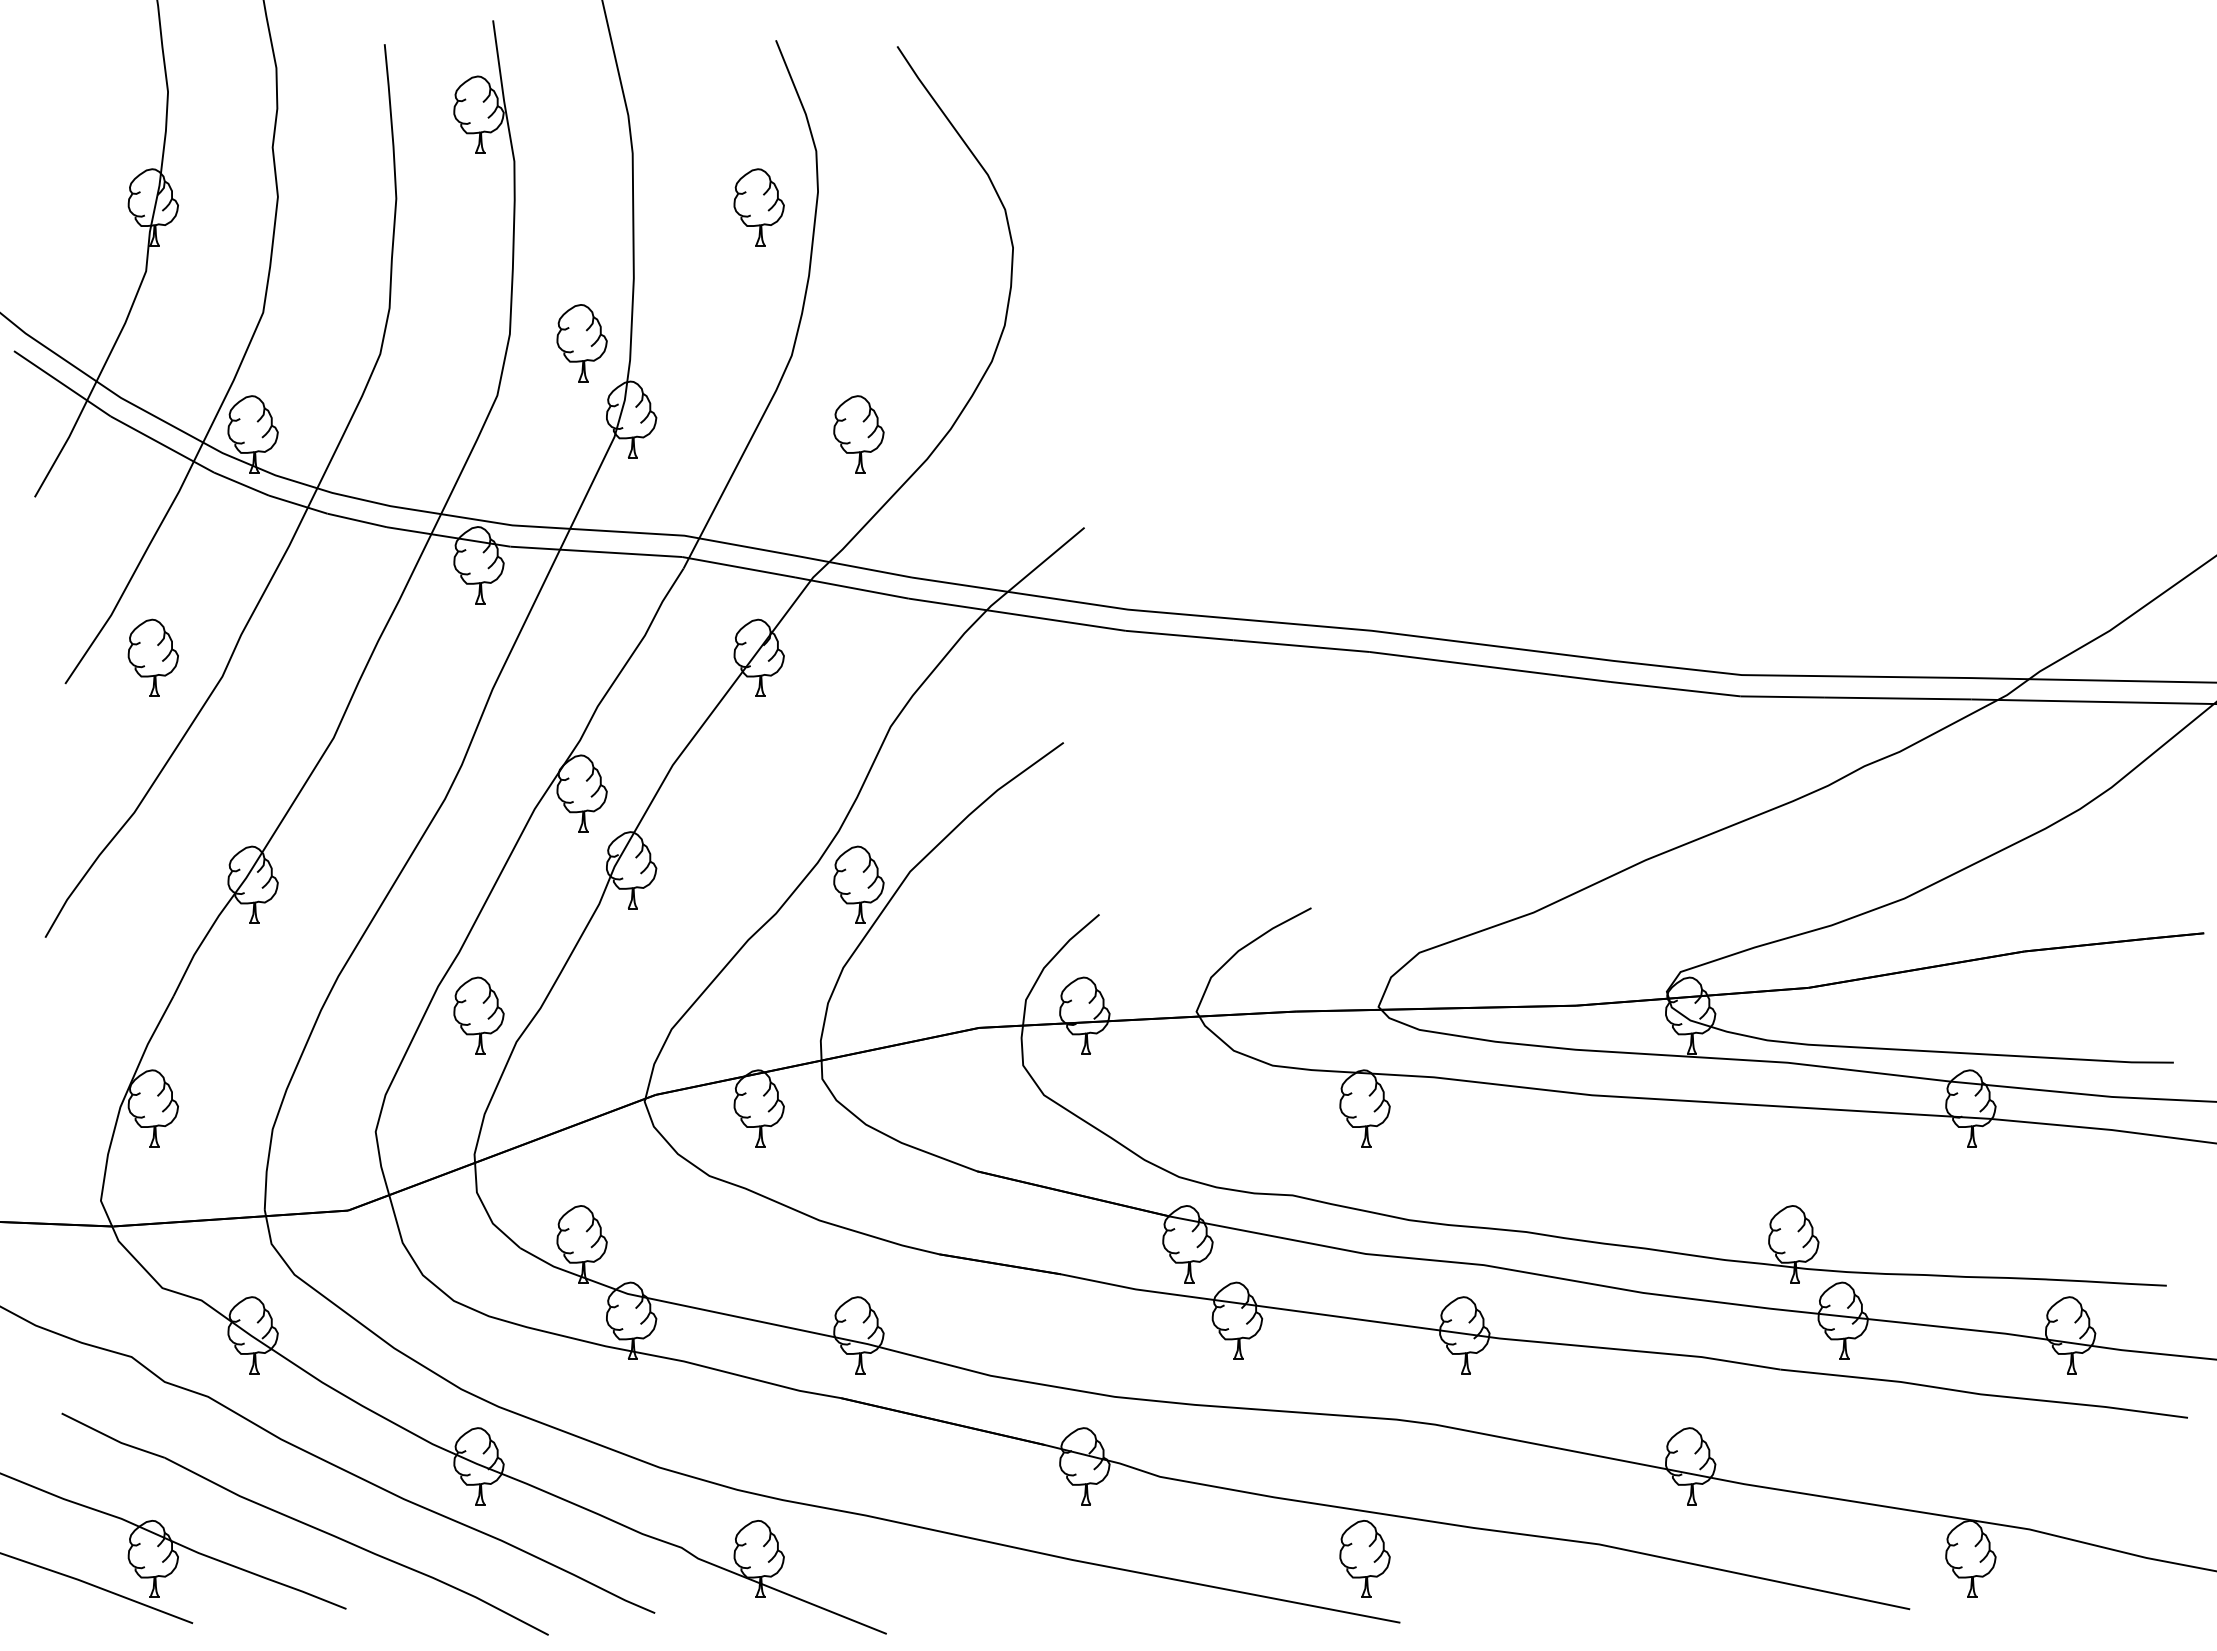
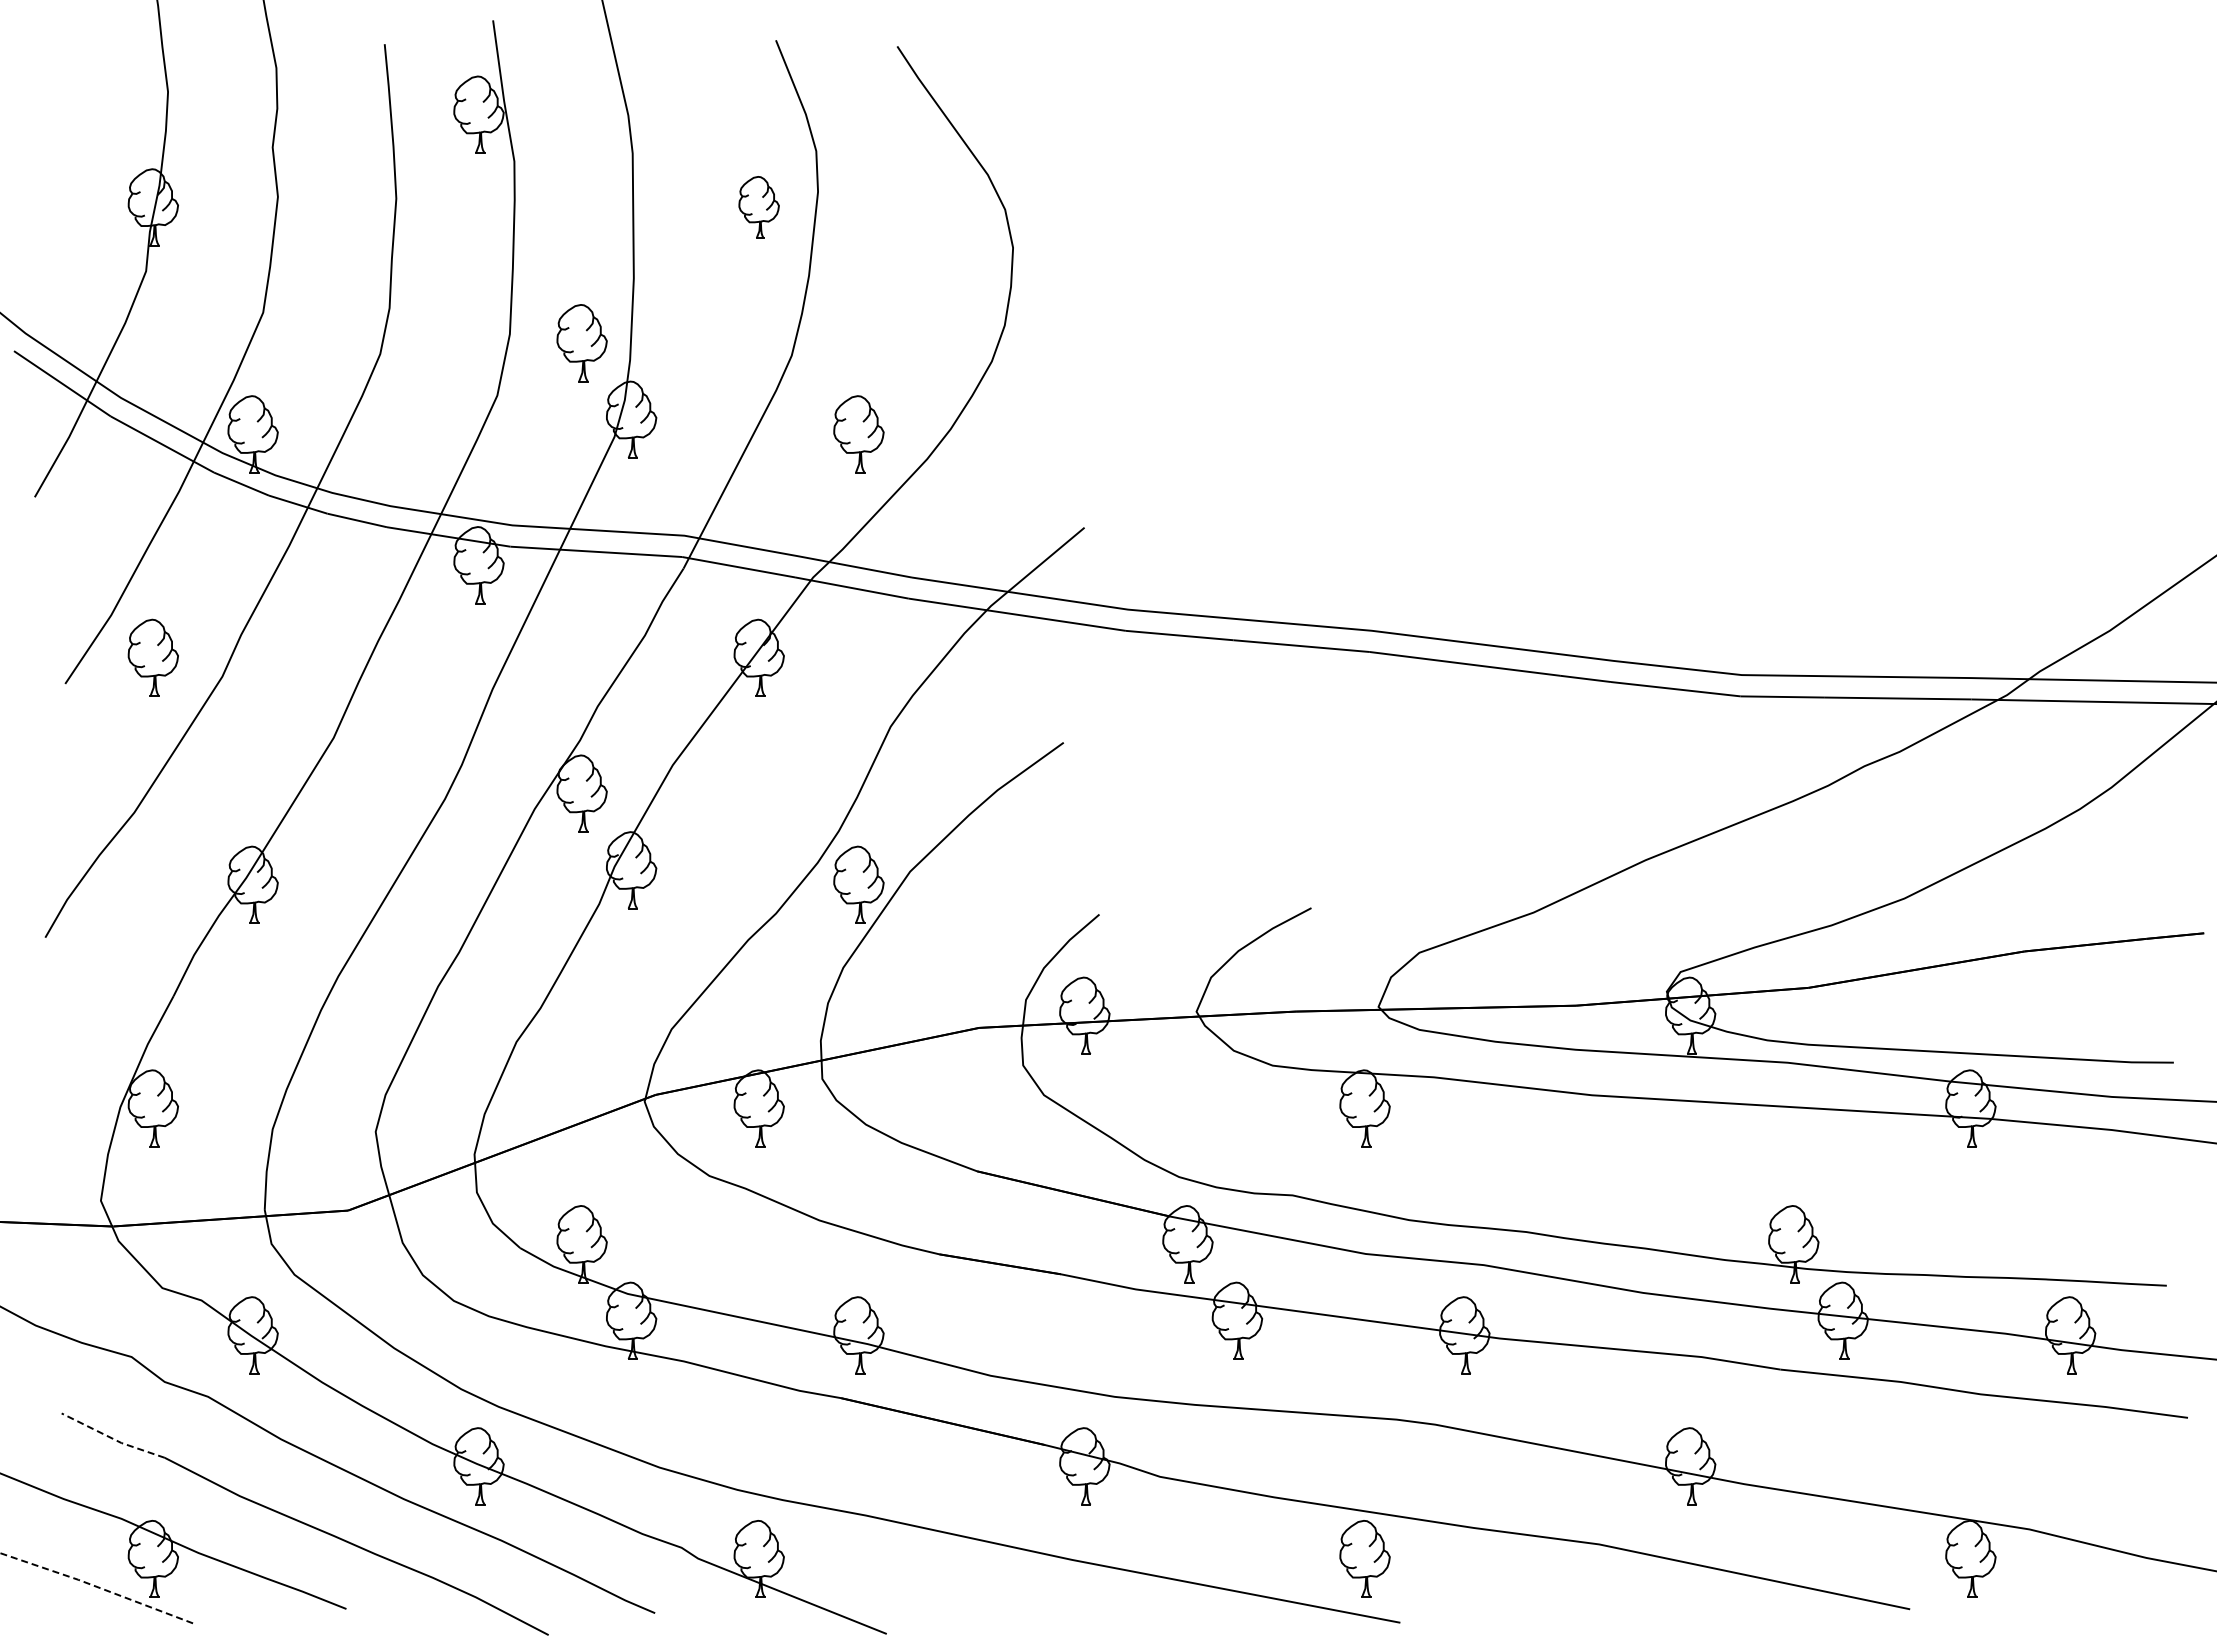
part at (758, 207) size: 52x79 px -> 42x63 px
part at (478, 1015): present -> none
line at (112, 1438): solid -> dashed
line at (95, 1586): solid -> dashed
